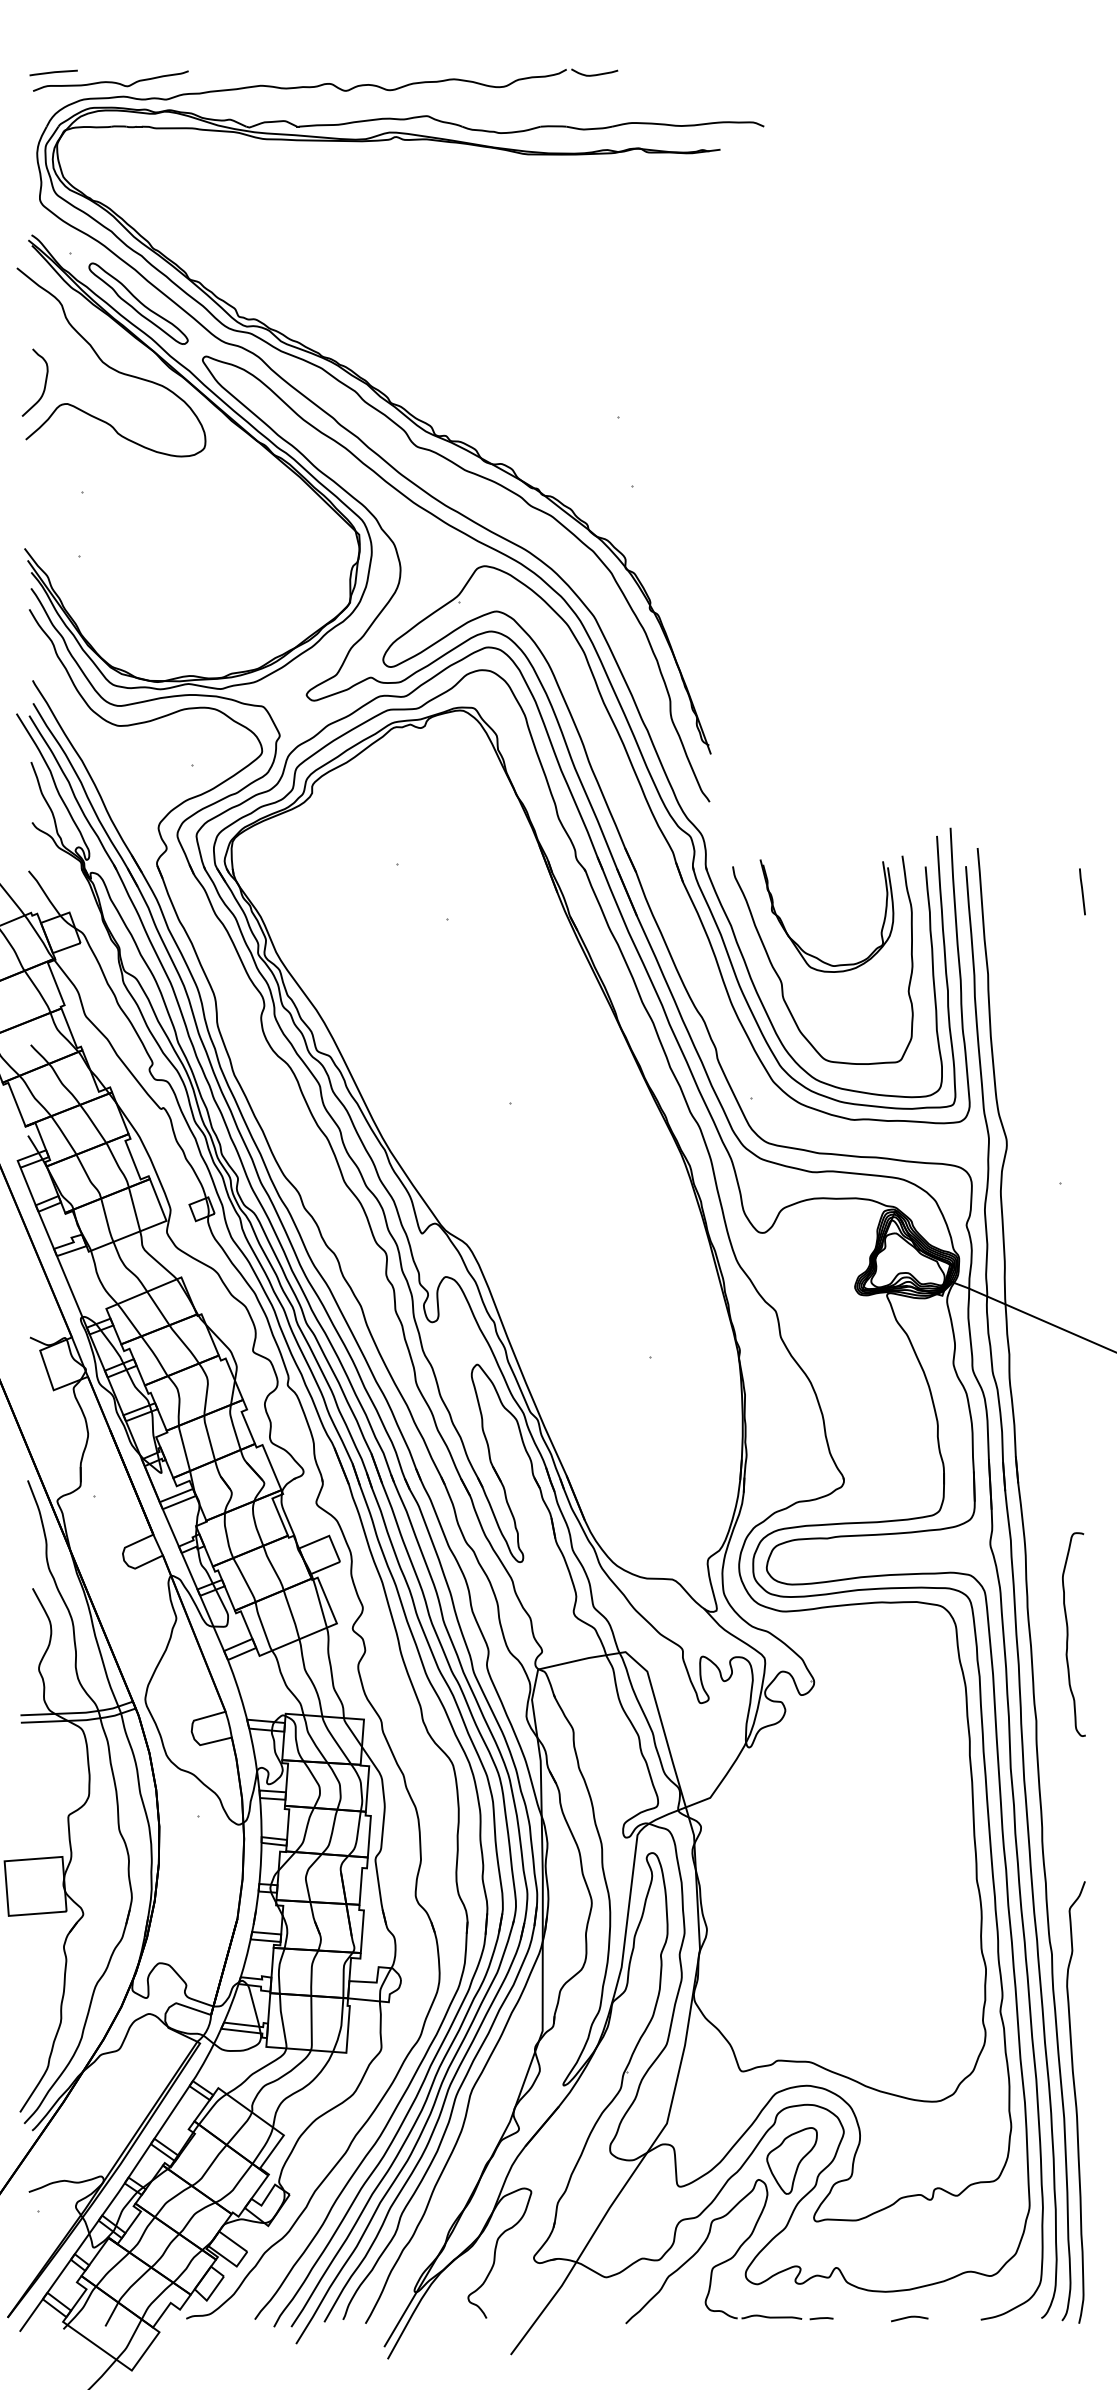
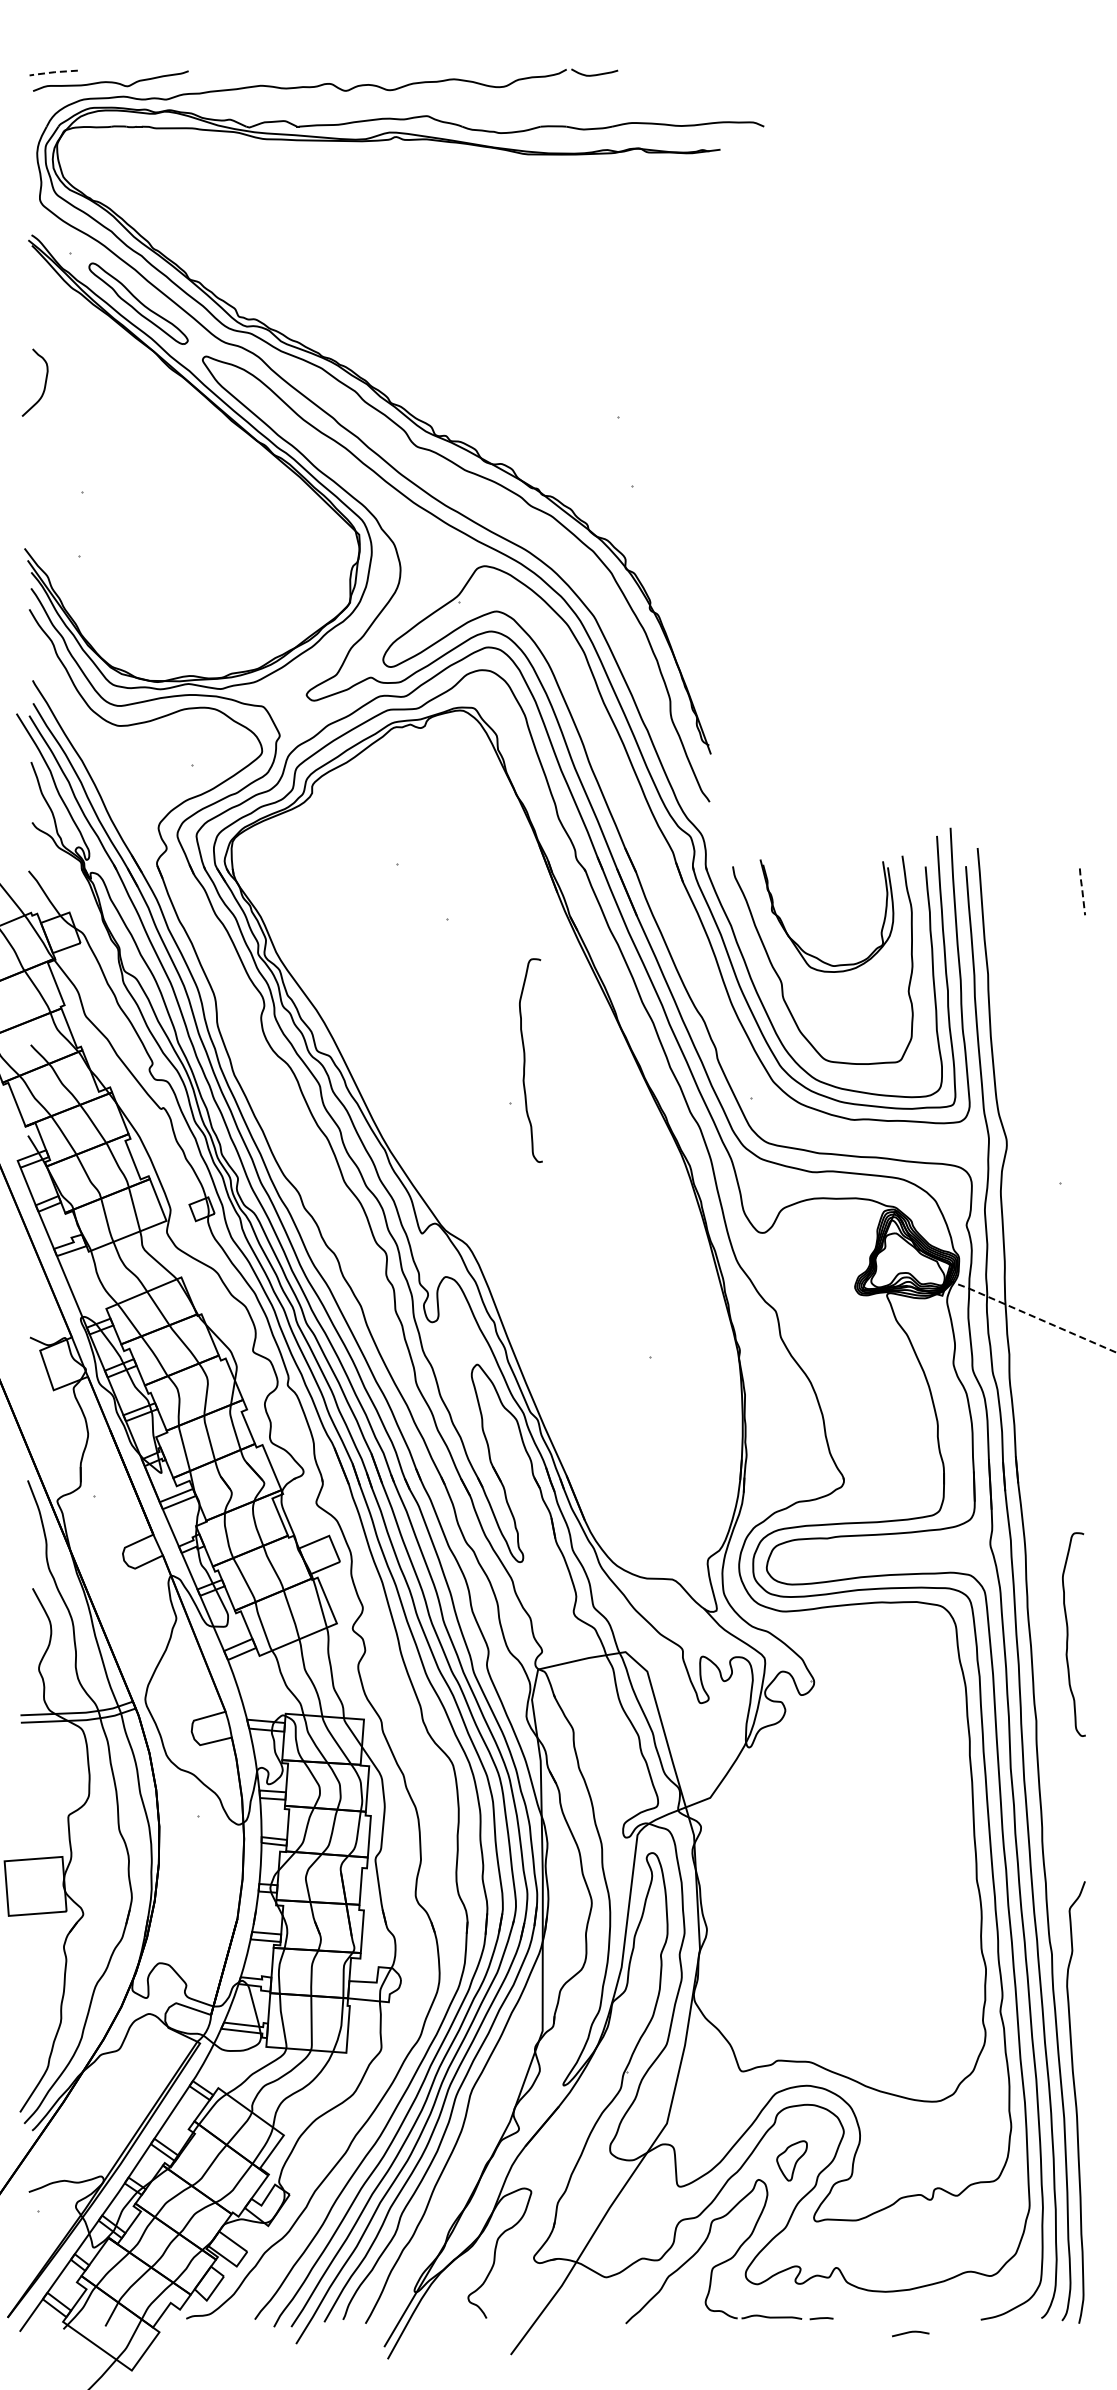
line at (52, 72): solid -> dashed
curve at (109, 365): present -> none
line at (1082, 890): solid -> dashed
curve at (525, 1060): none -> present
line at (1032, 1316): solid -> dashed
part at (791, 2160) size: 52x68 px -> 32x42 px
curve at (909, 2317) position: (909, 2317) -> (910, 2332)
